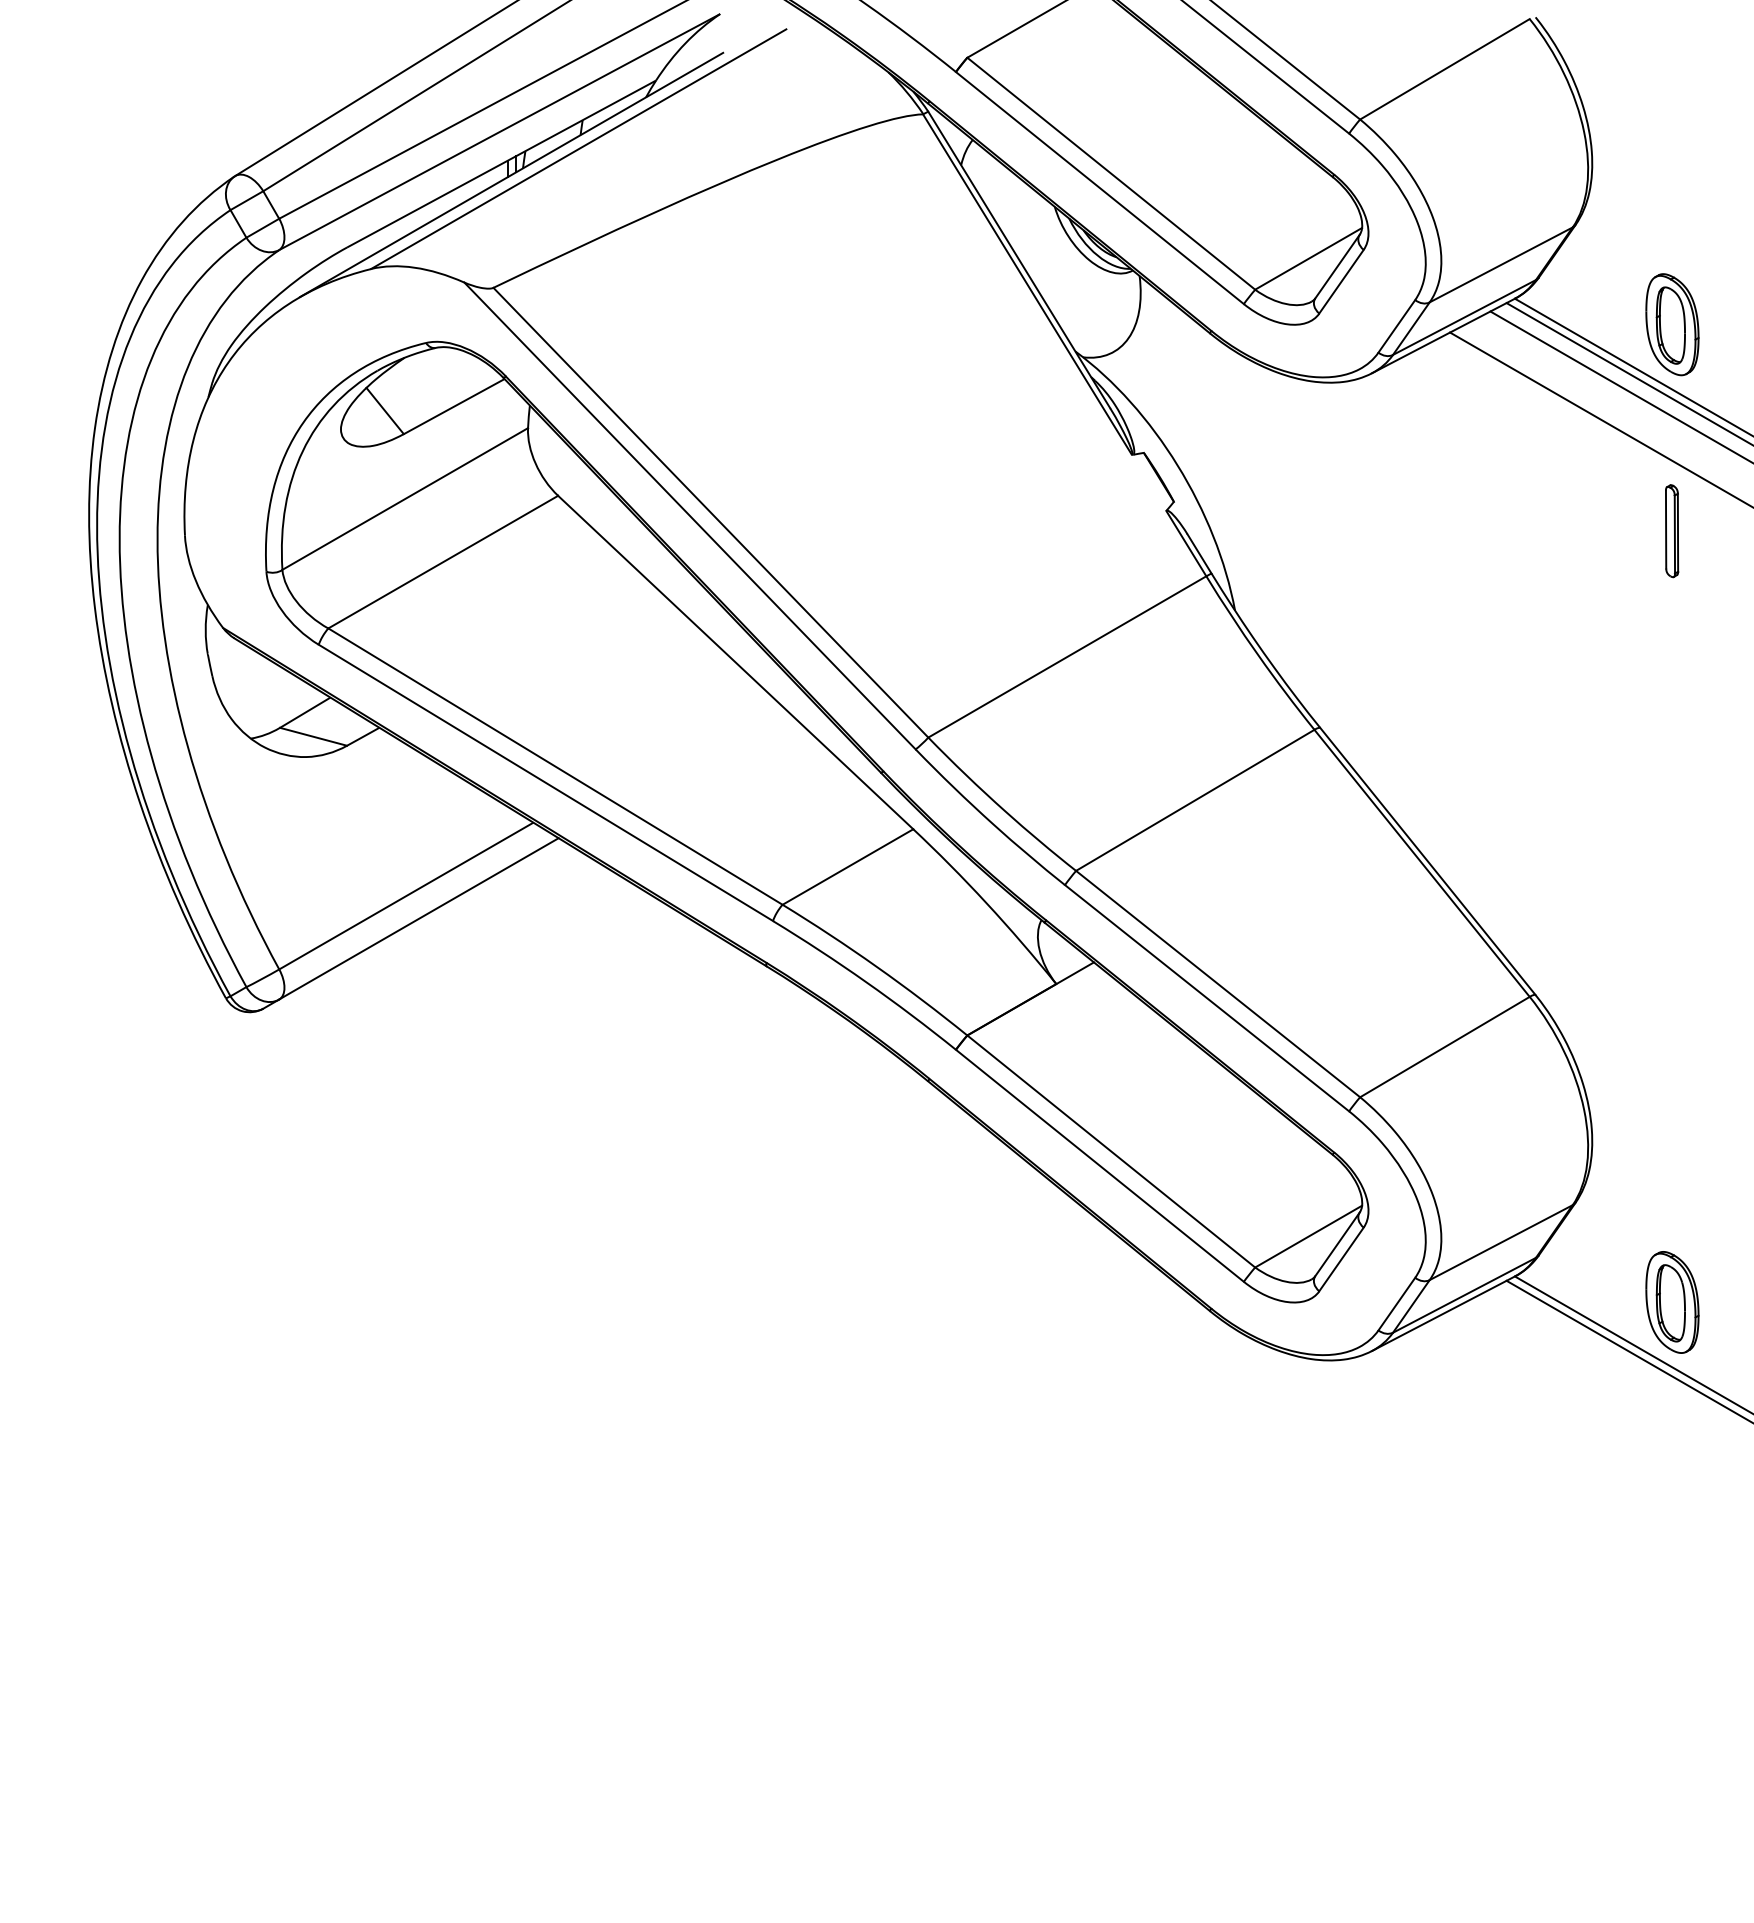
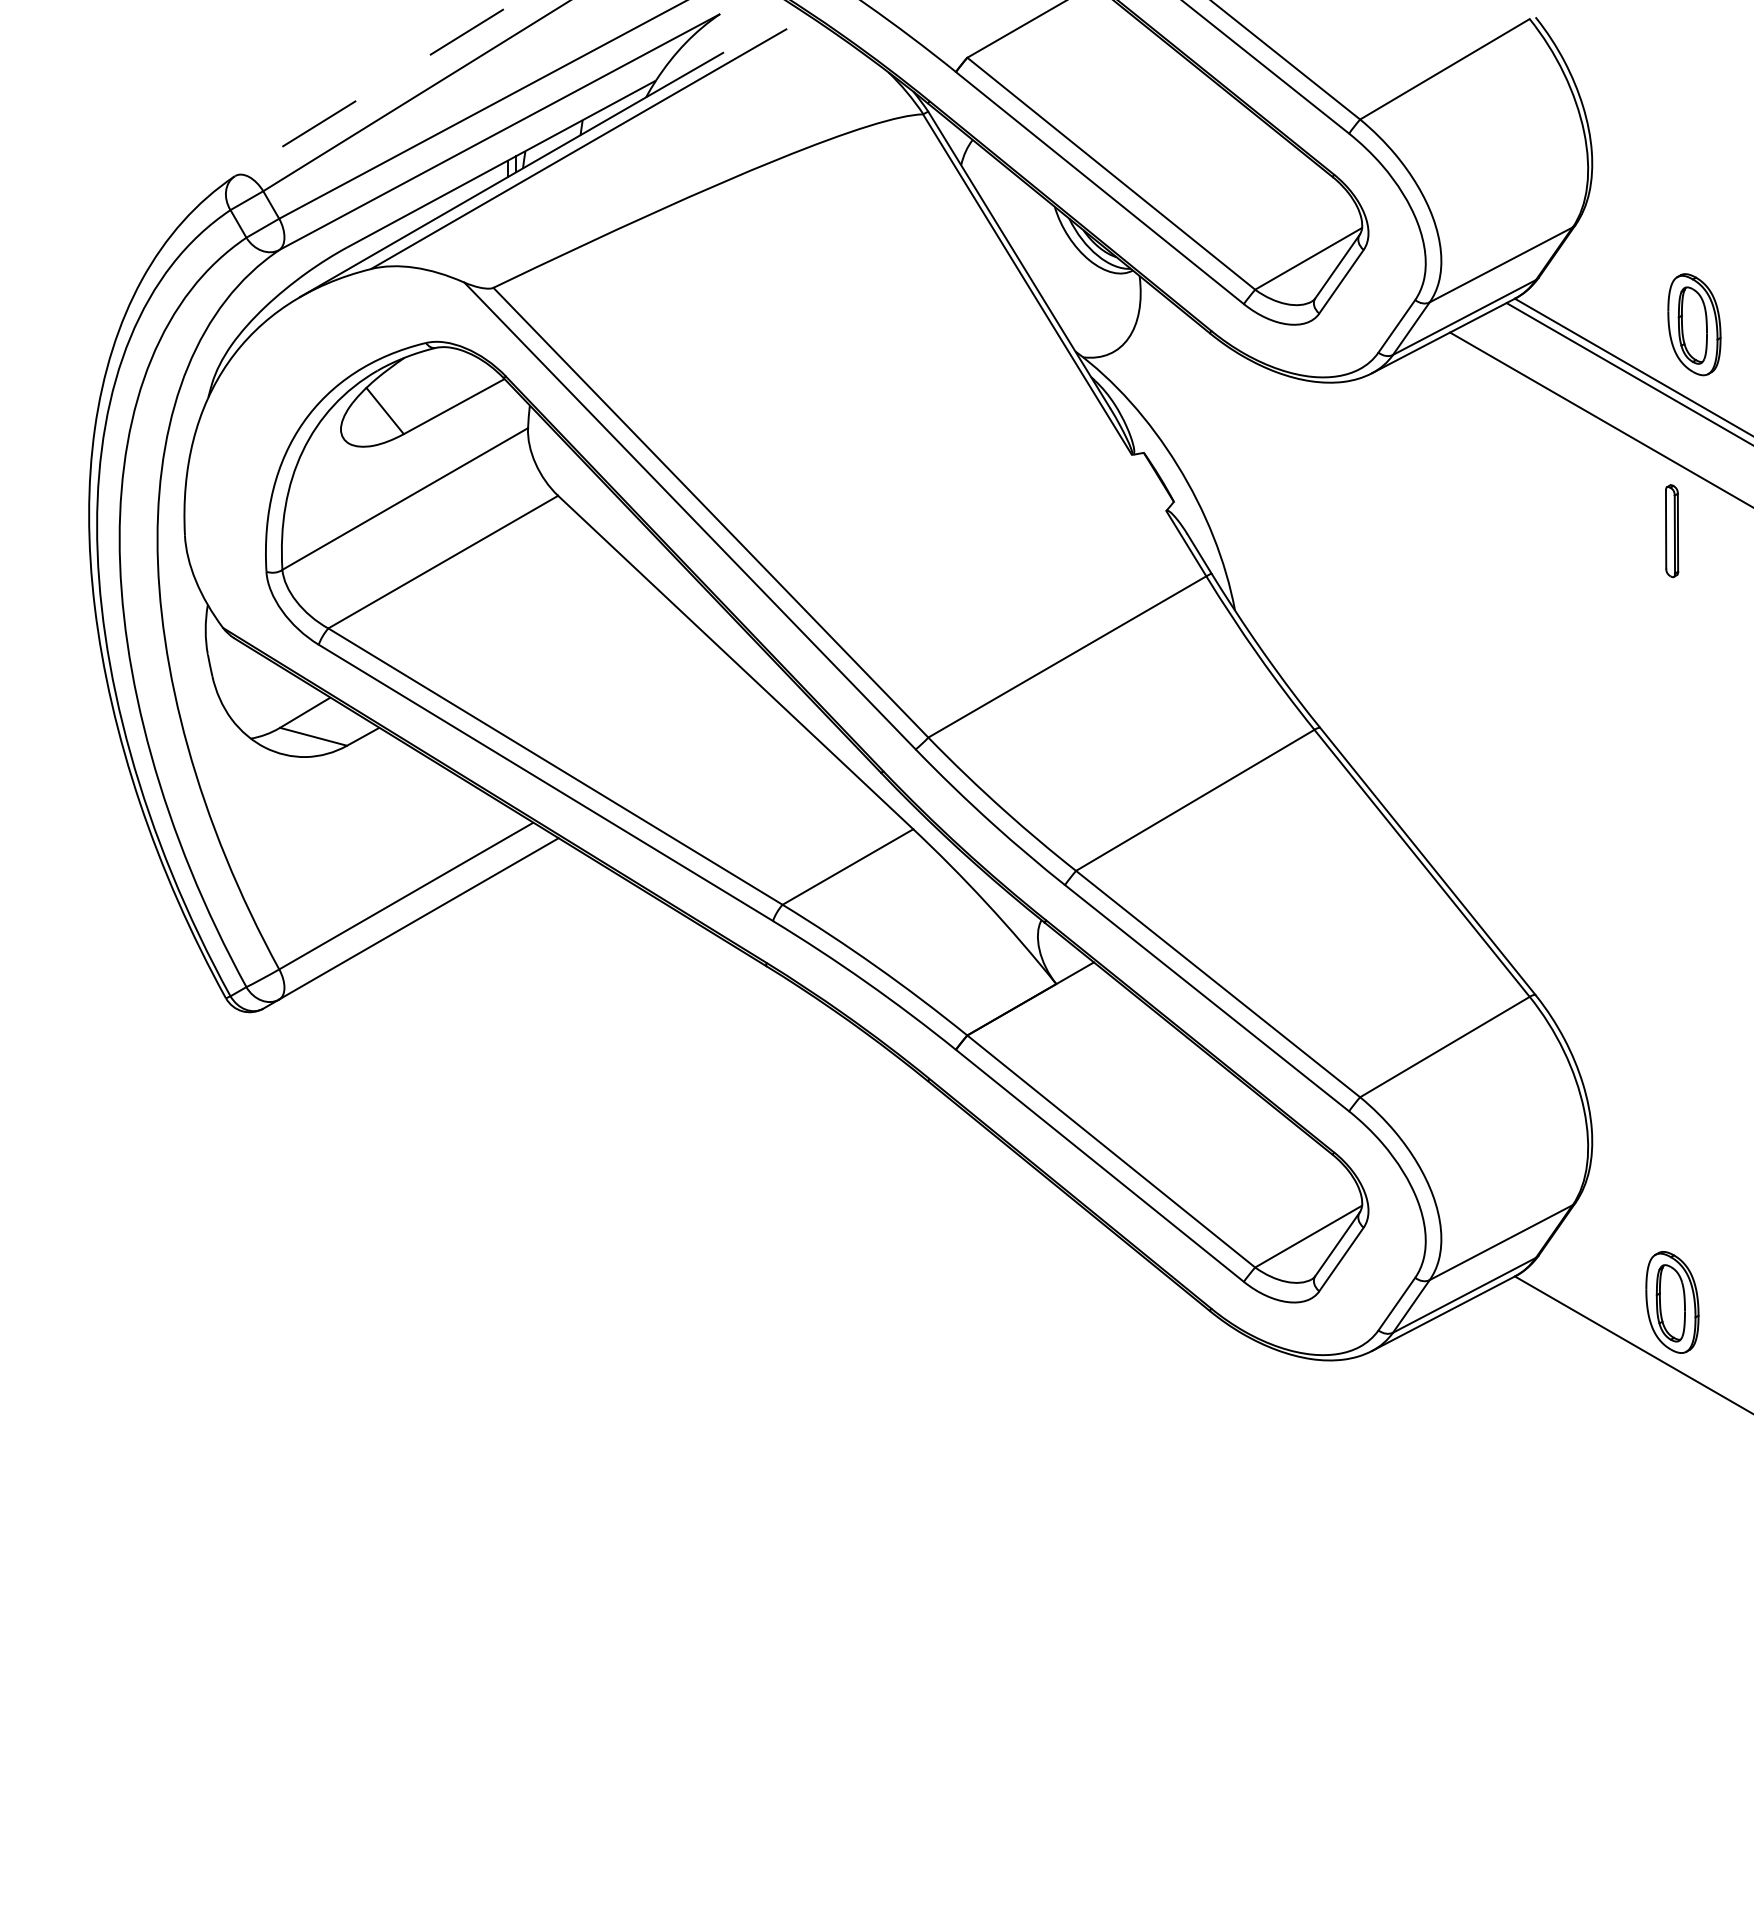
line at (376, 88): solid -> dashed
part at (1672, 324) position: (1672, 324) -> (1694, 324)
line at (1620, 386): present -> none
line at (1628, 1350): present -> none
